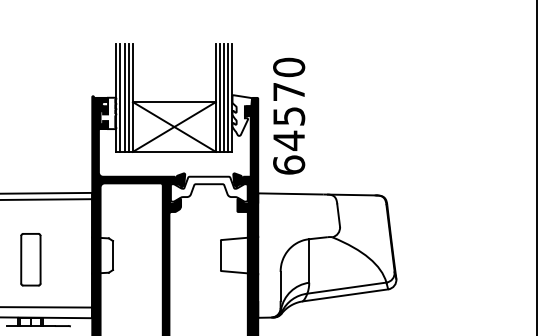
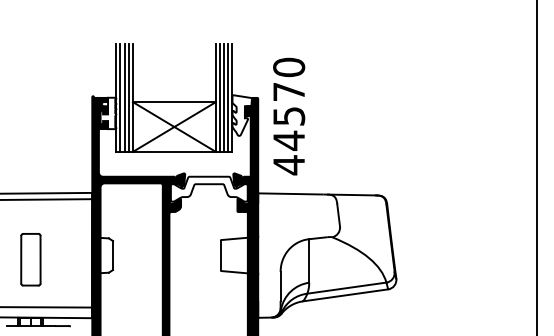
text at (289, 165): 64570 -> 44570
